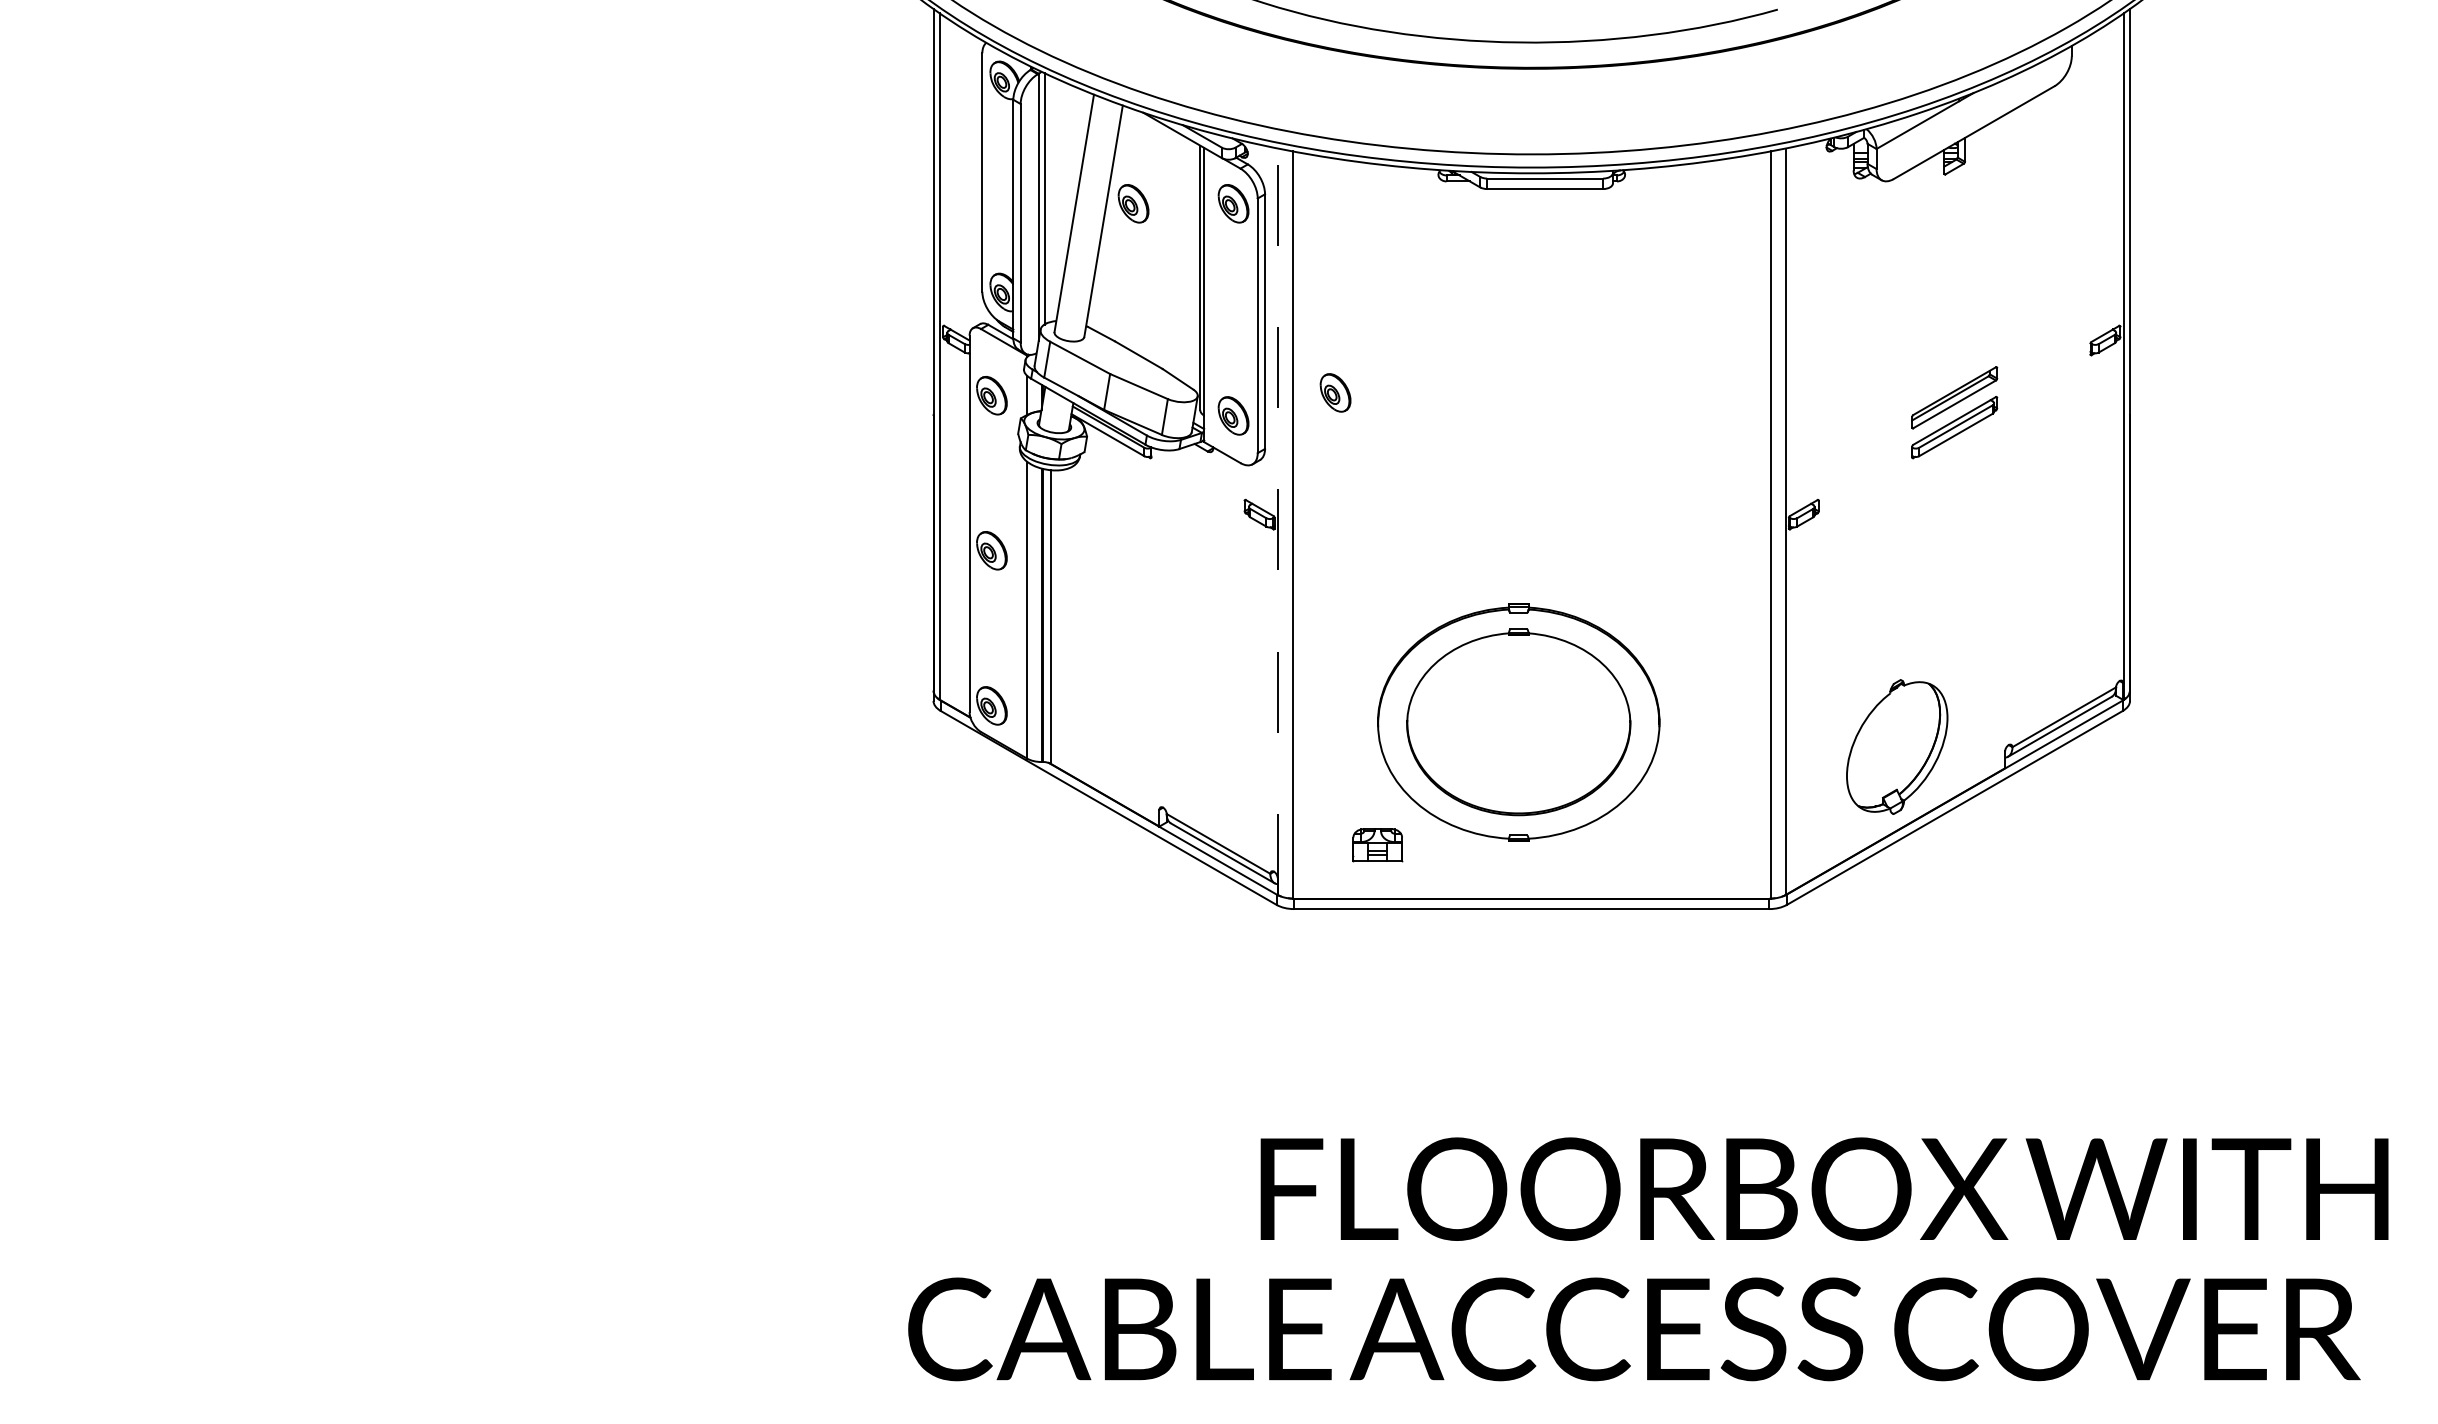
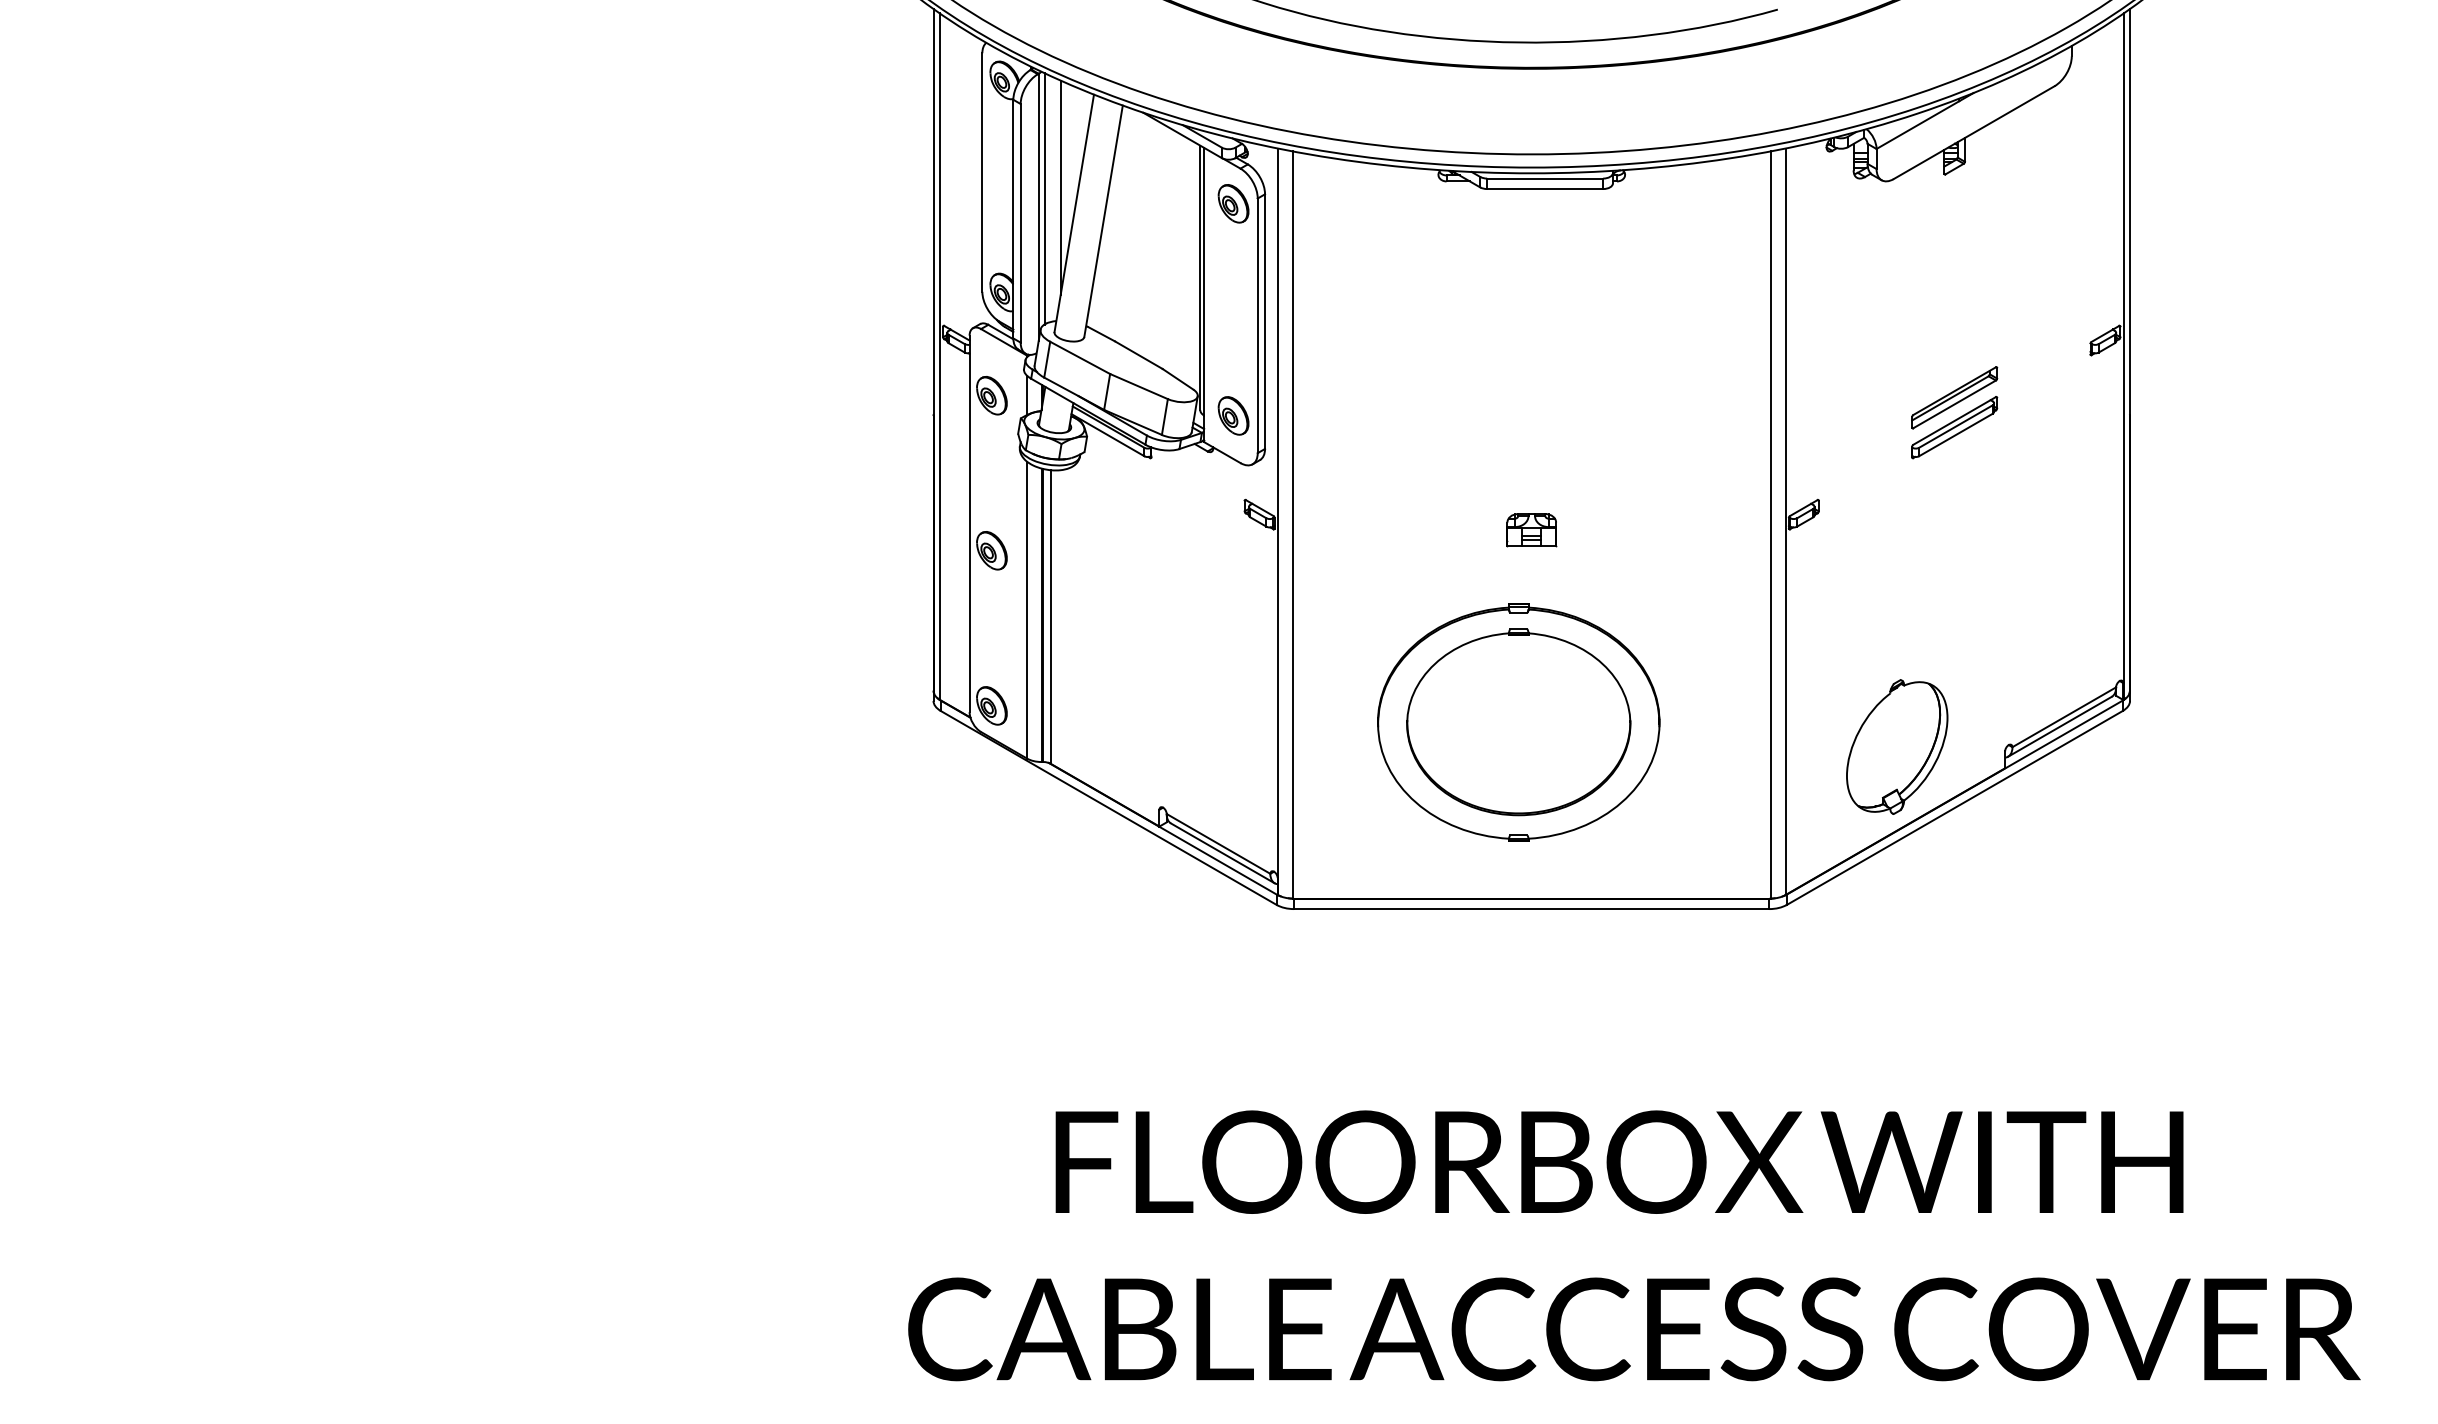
line at (1060, 187): none -> present
part at (1133, 203): present -> none
part at (1335, 392): present -> none
line at (1278, 521): dashed -> solid
part at (1377, 845) position: (1377, 845) -> (1531, 530)
text at (1824, 1188) position: (1824, 1188) -> (1619, 1161)
